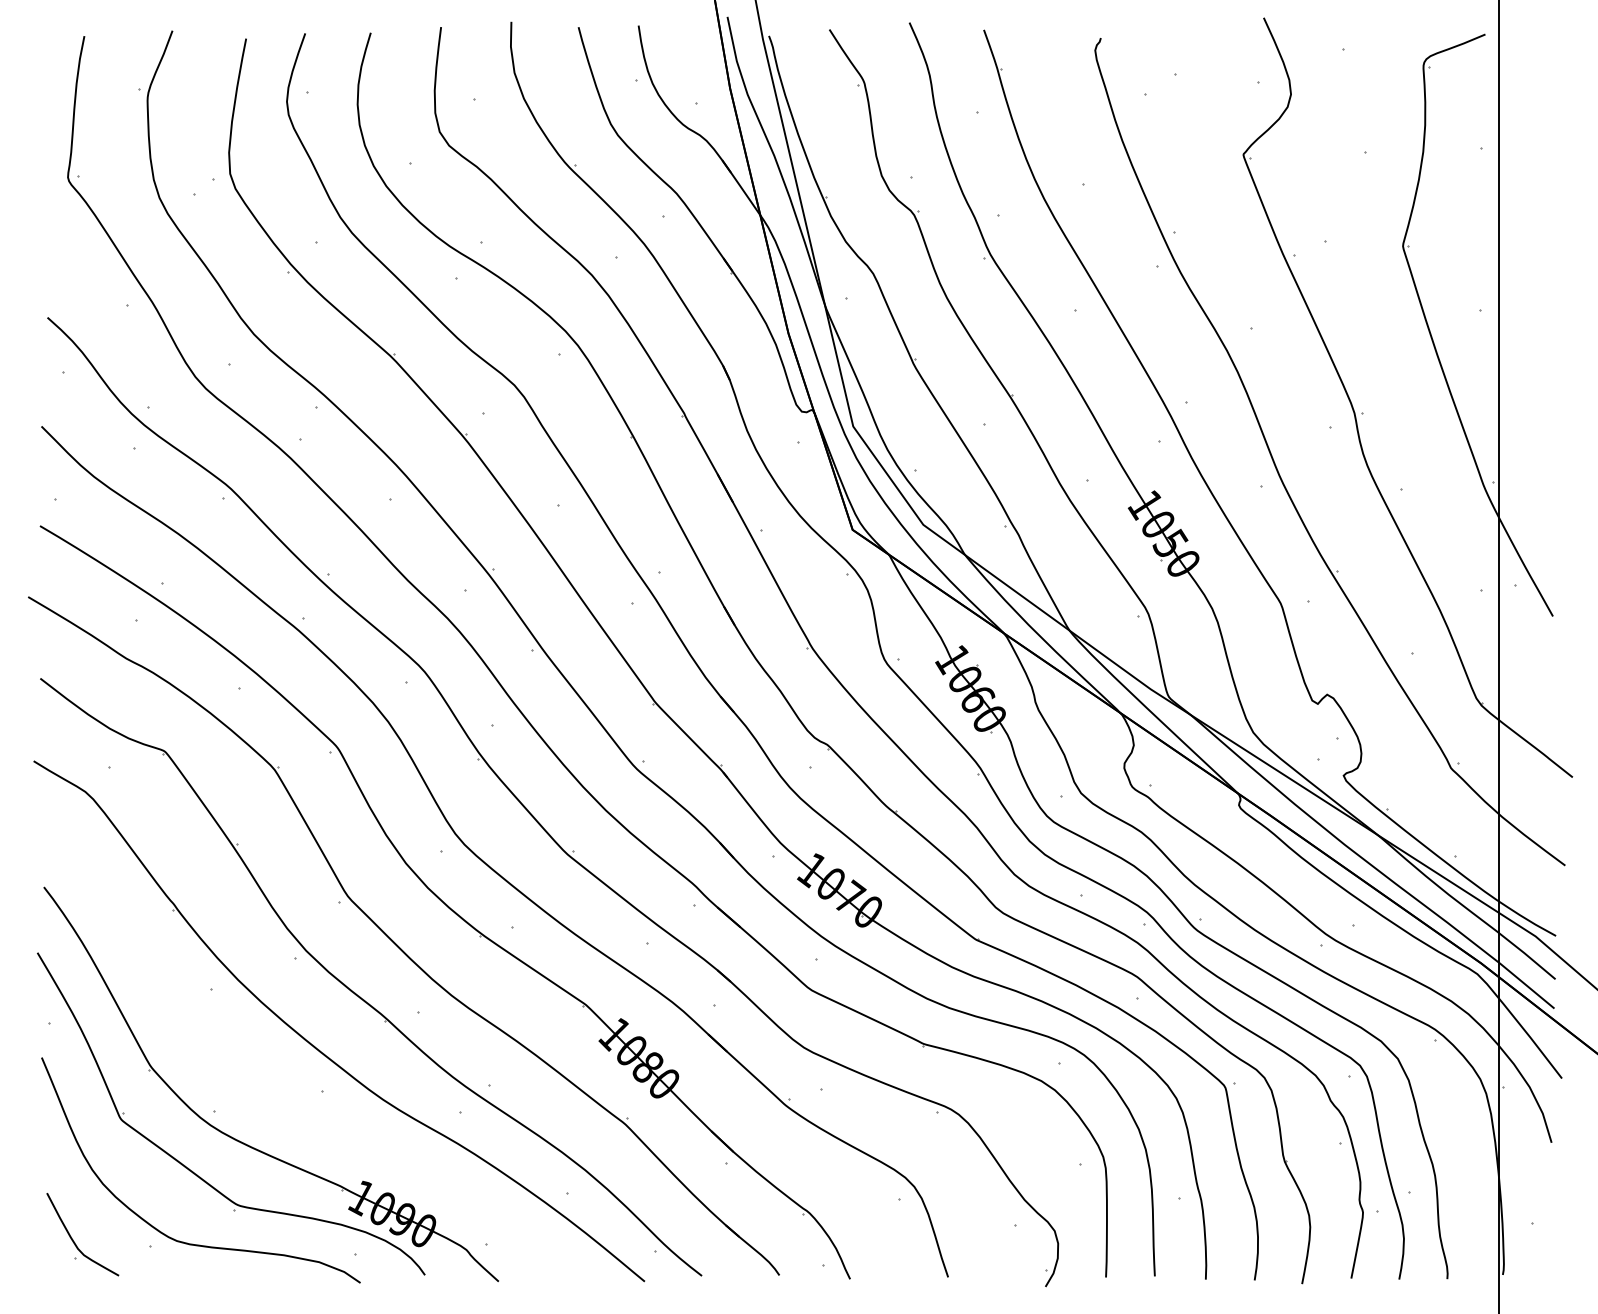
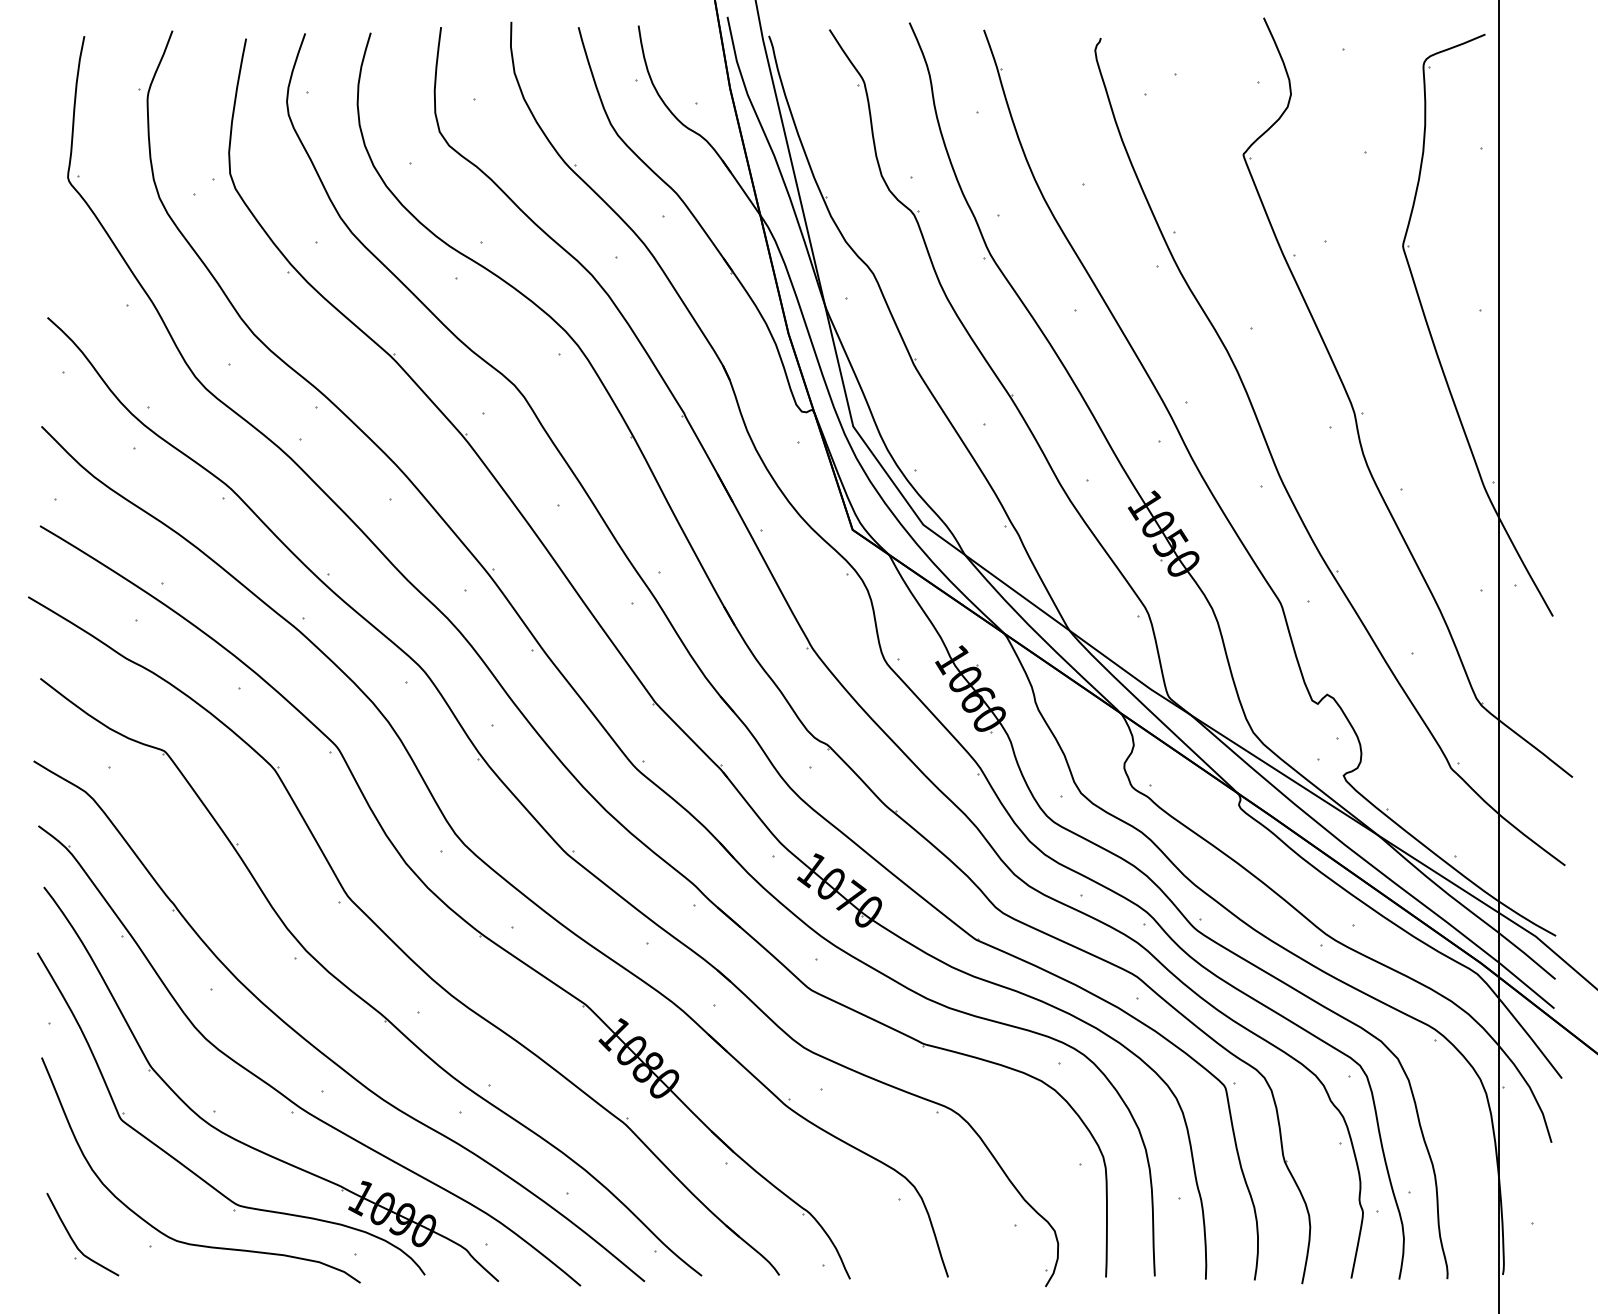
part at (281, 1092): none -> present
